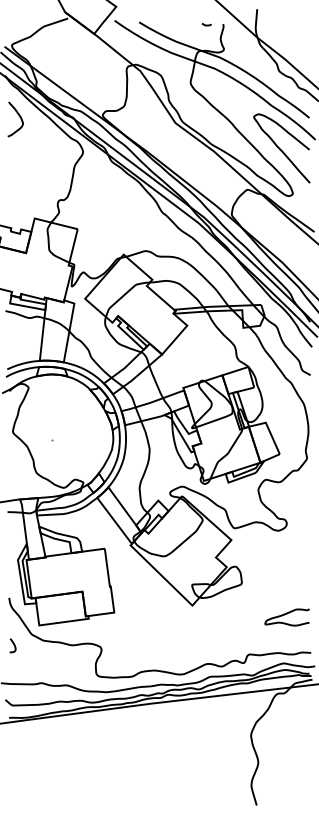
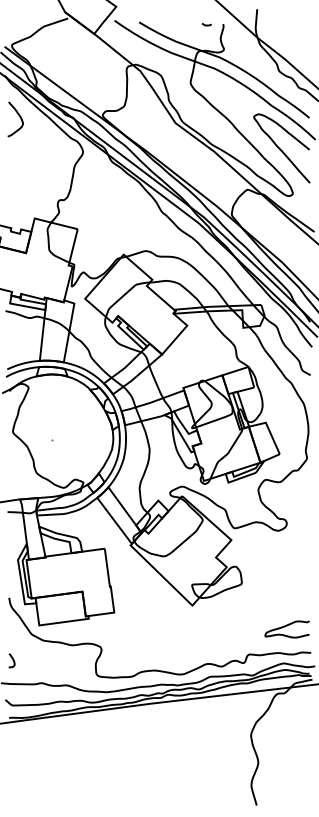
curve at (285, 615) position: (285, 615) -> (285, 627)
curve at (13, 645) position: (13, 645) -> (12, 660)
